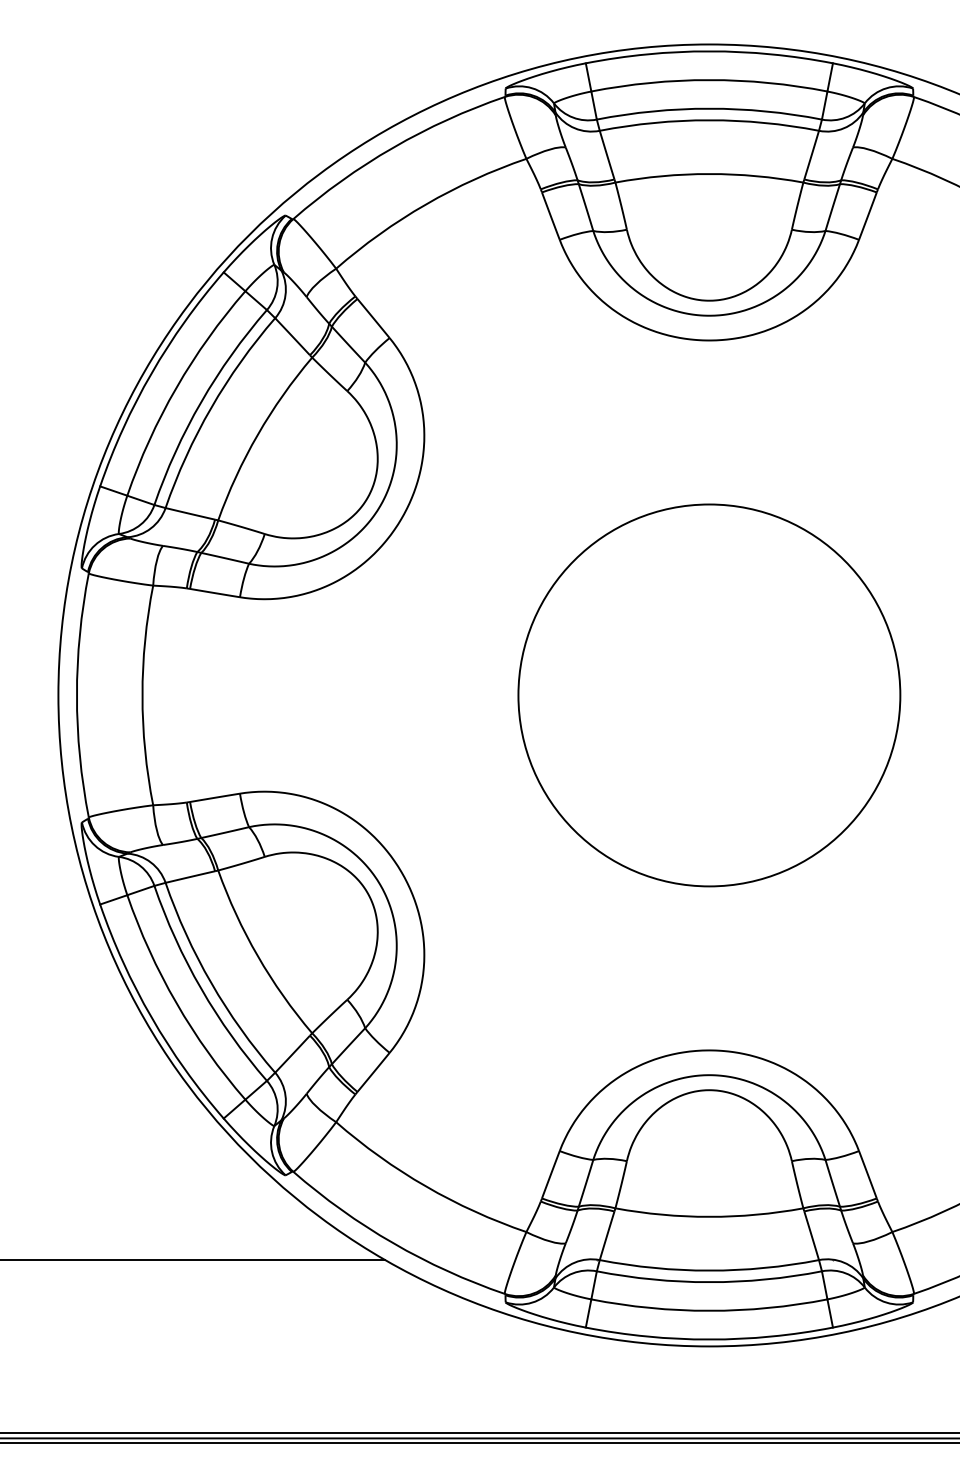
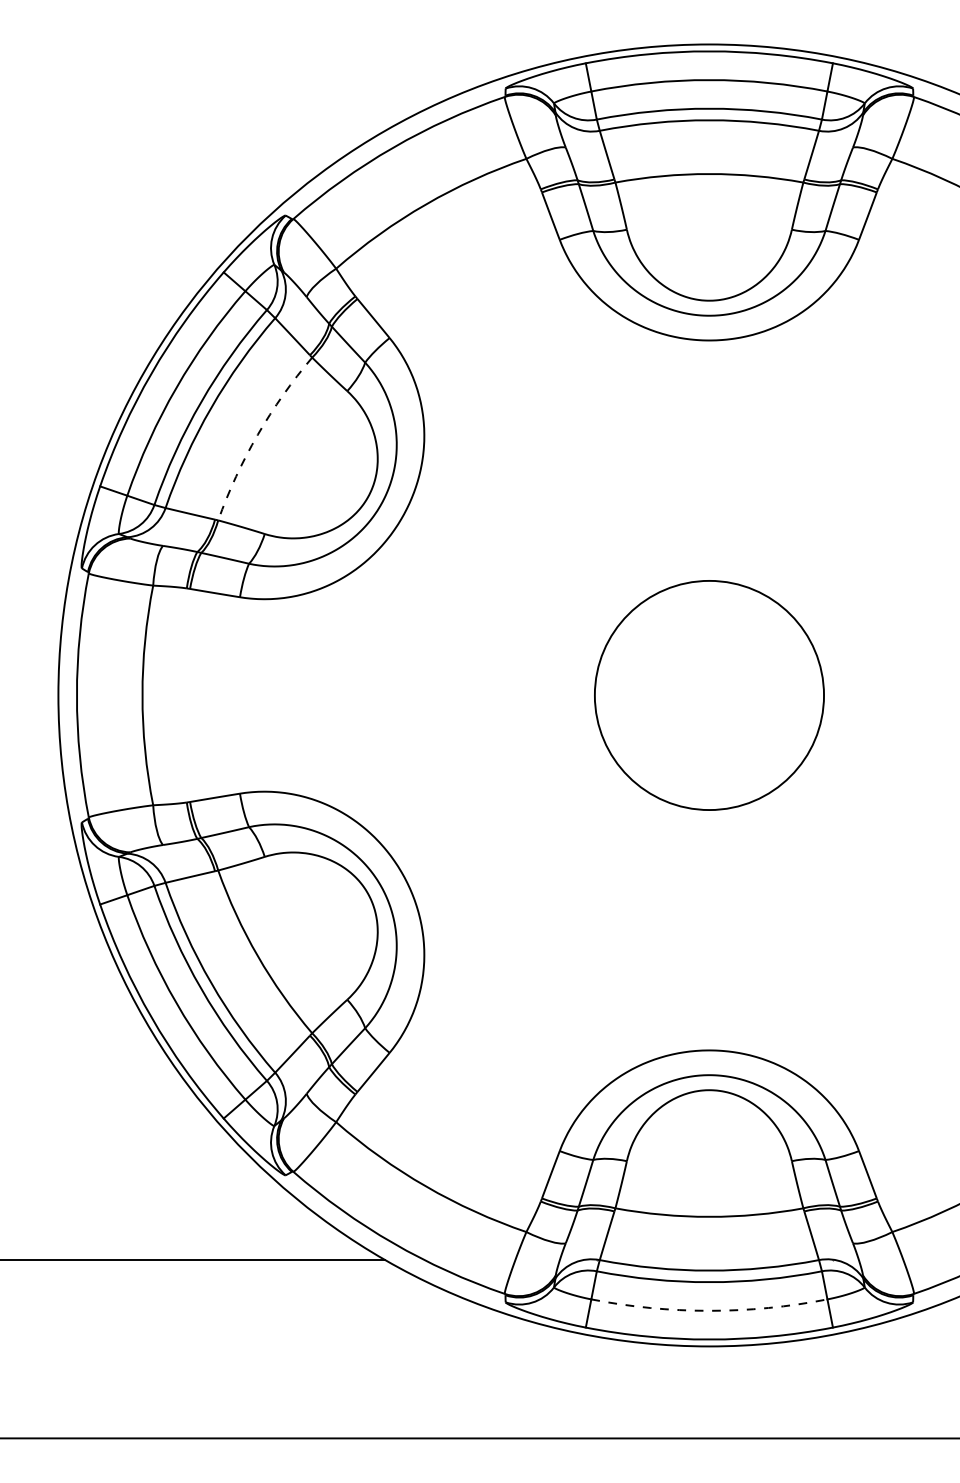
arc at (257, 434): solid -> dashed
circle at (709, 695) size: 385x385 px -> 231x231 px
arc at (709, 1310): solid -> dashed
line at (479, 1433): present -> none
line at (479, 1443): present -> none
